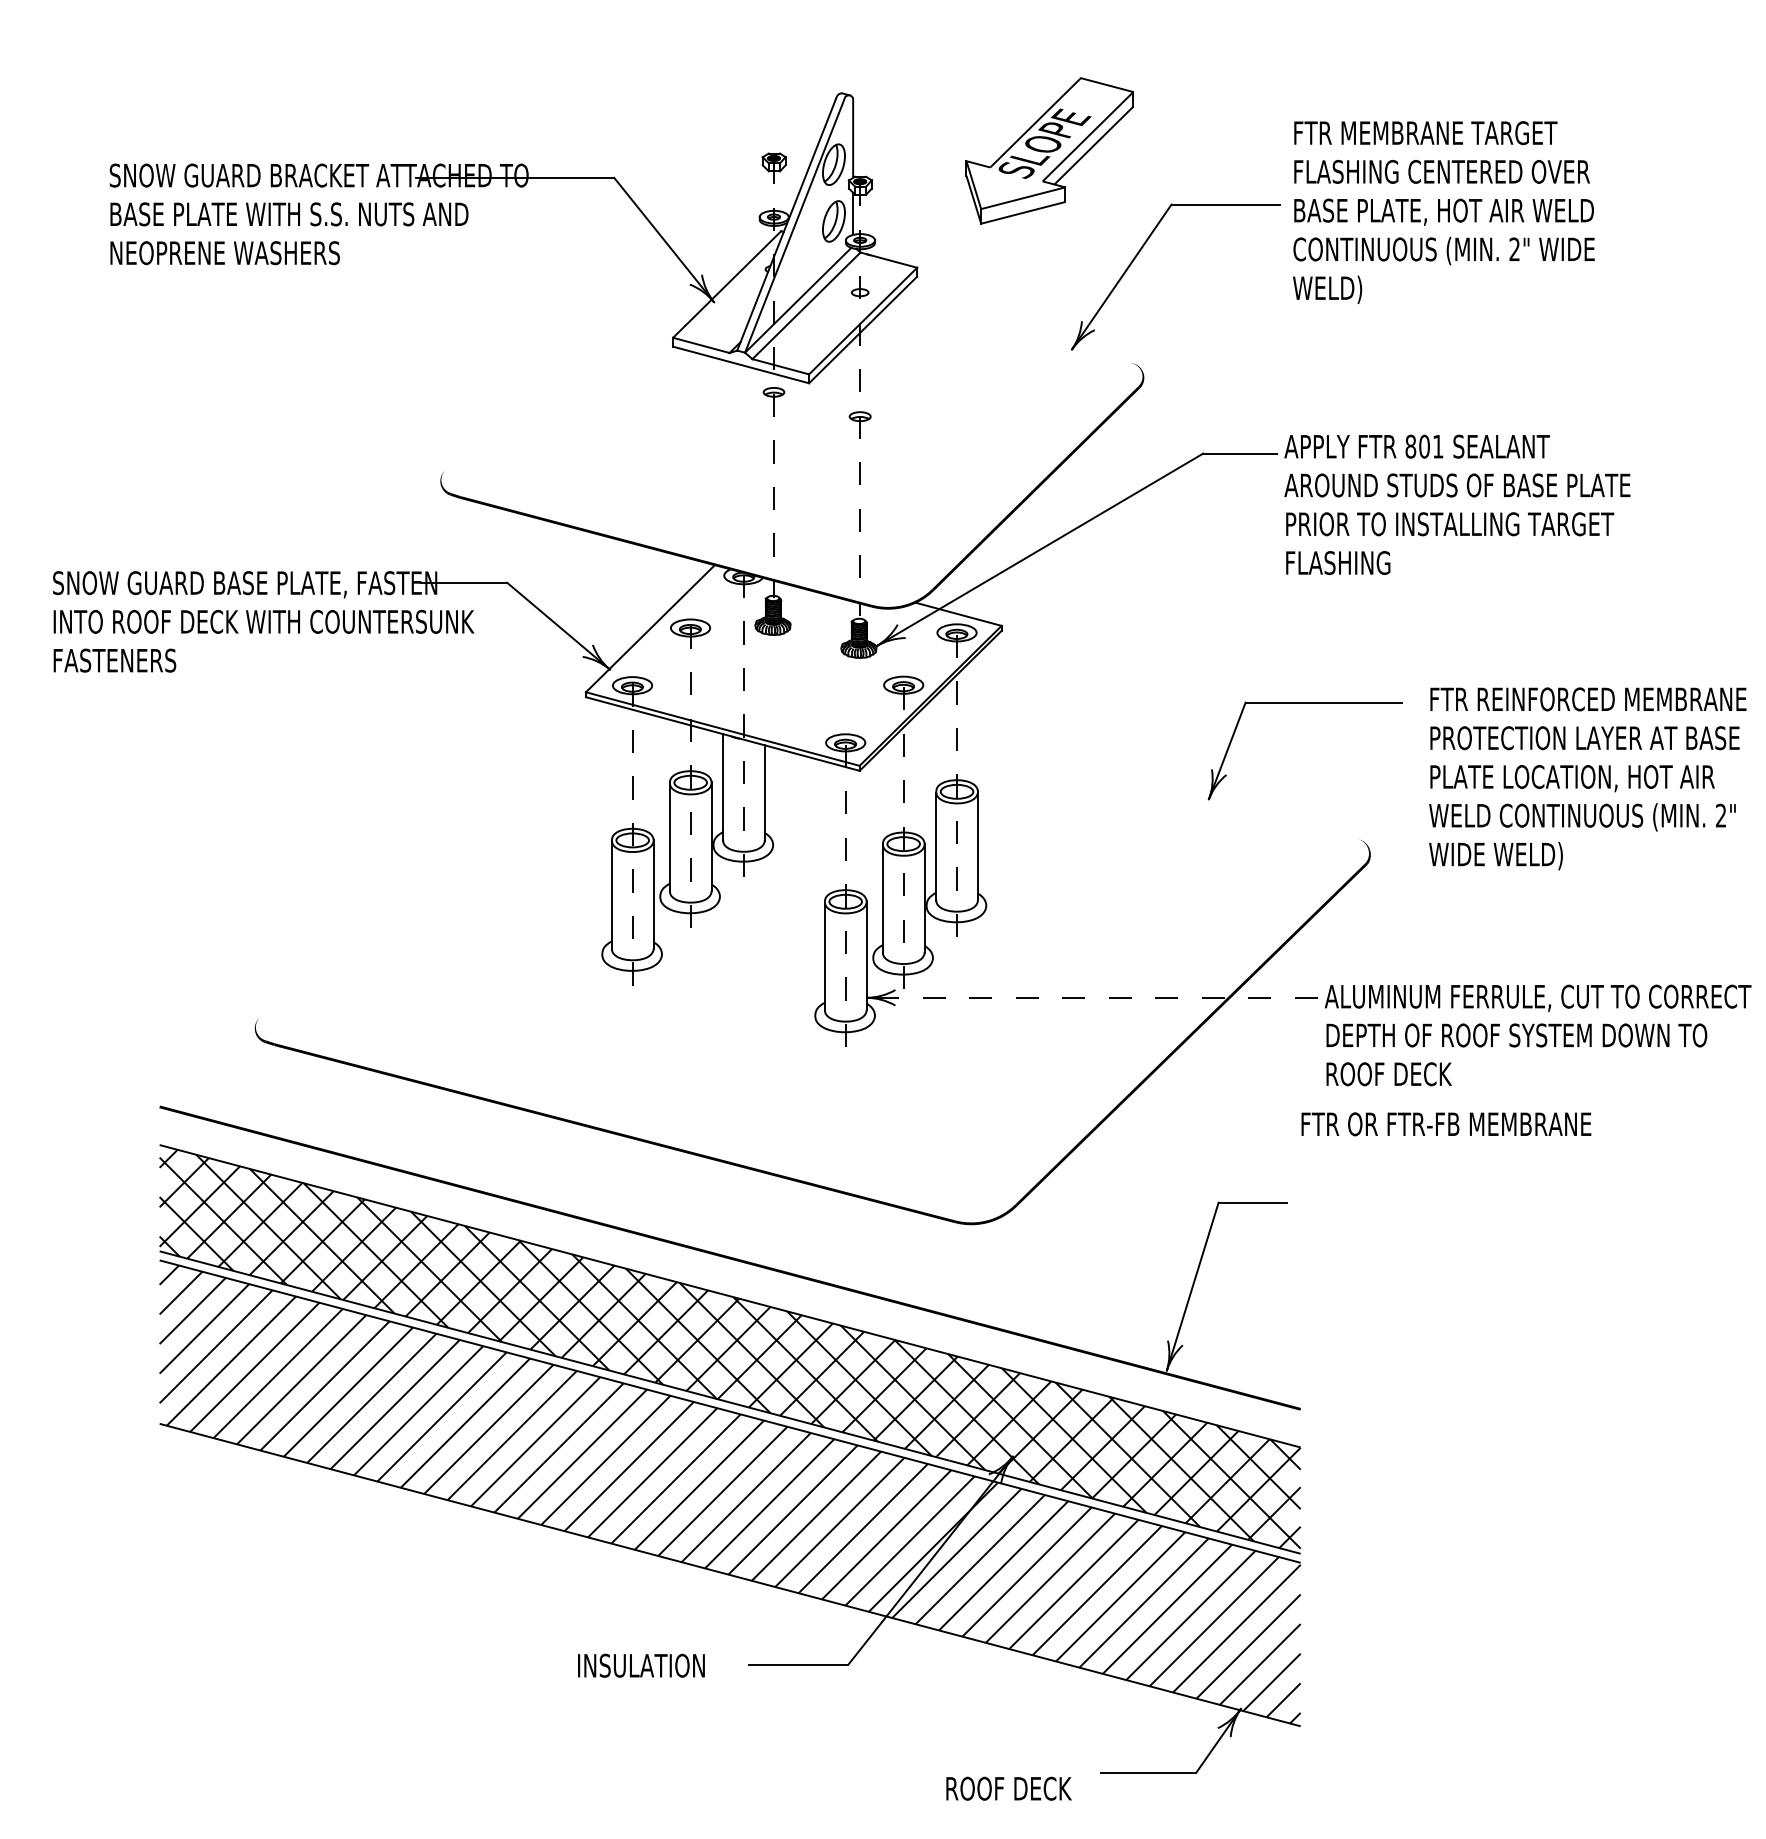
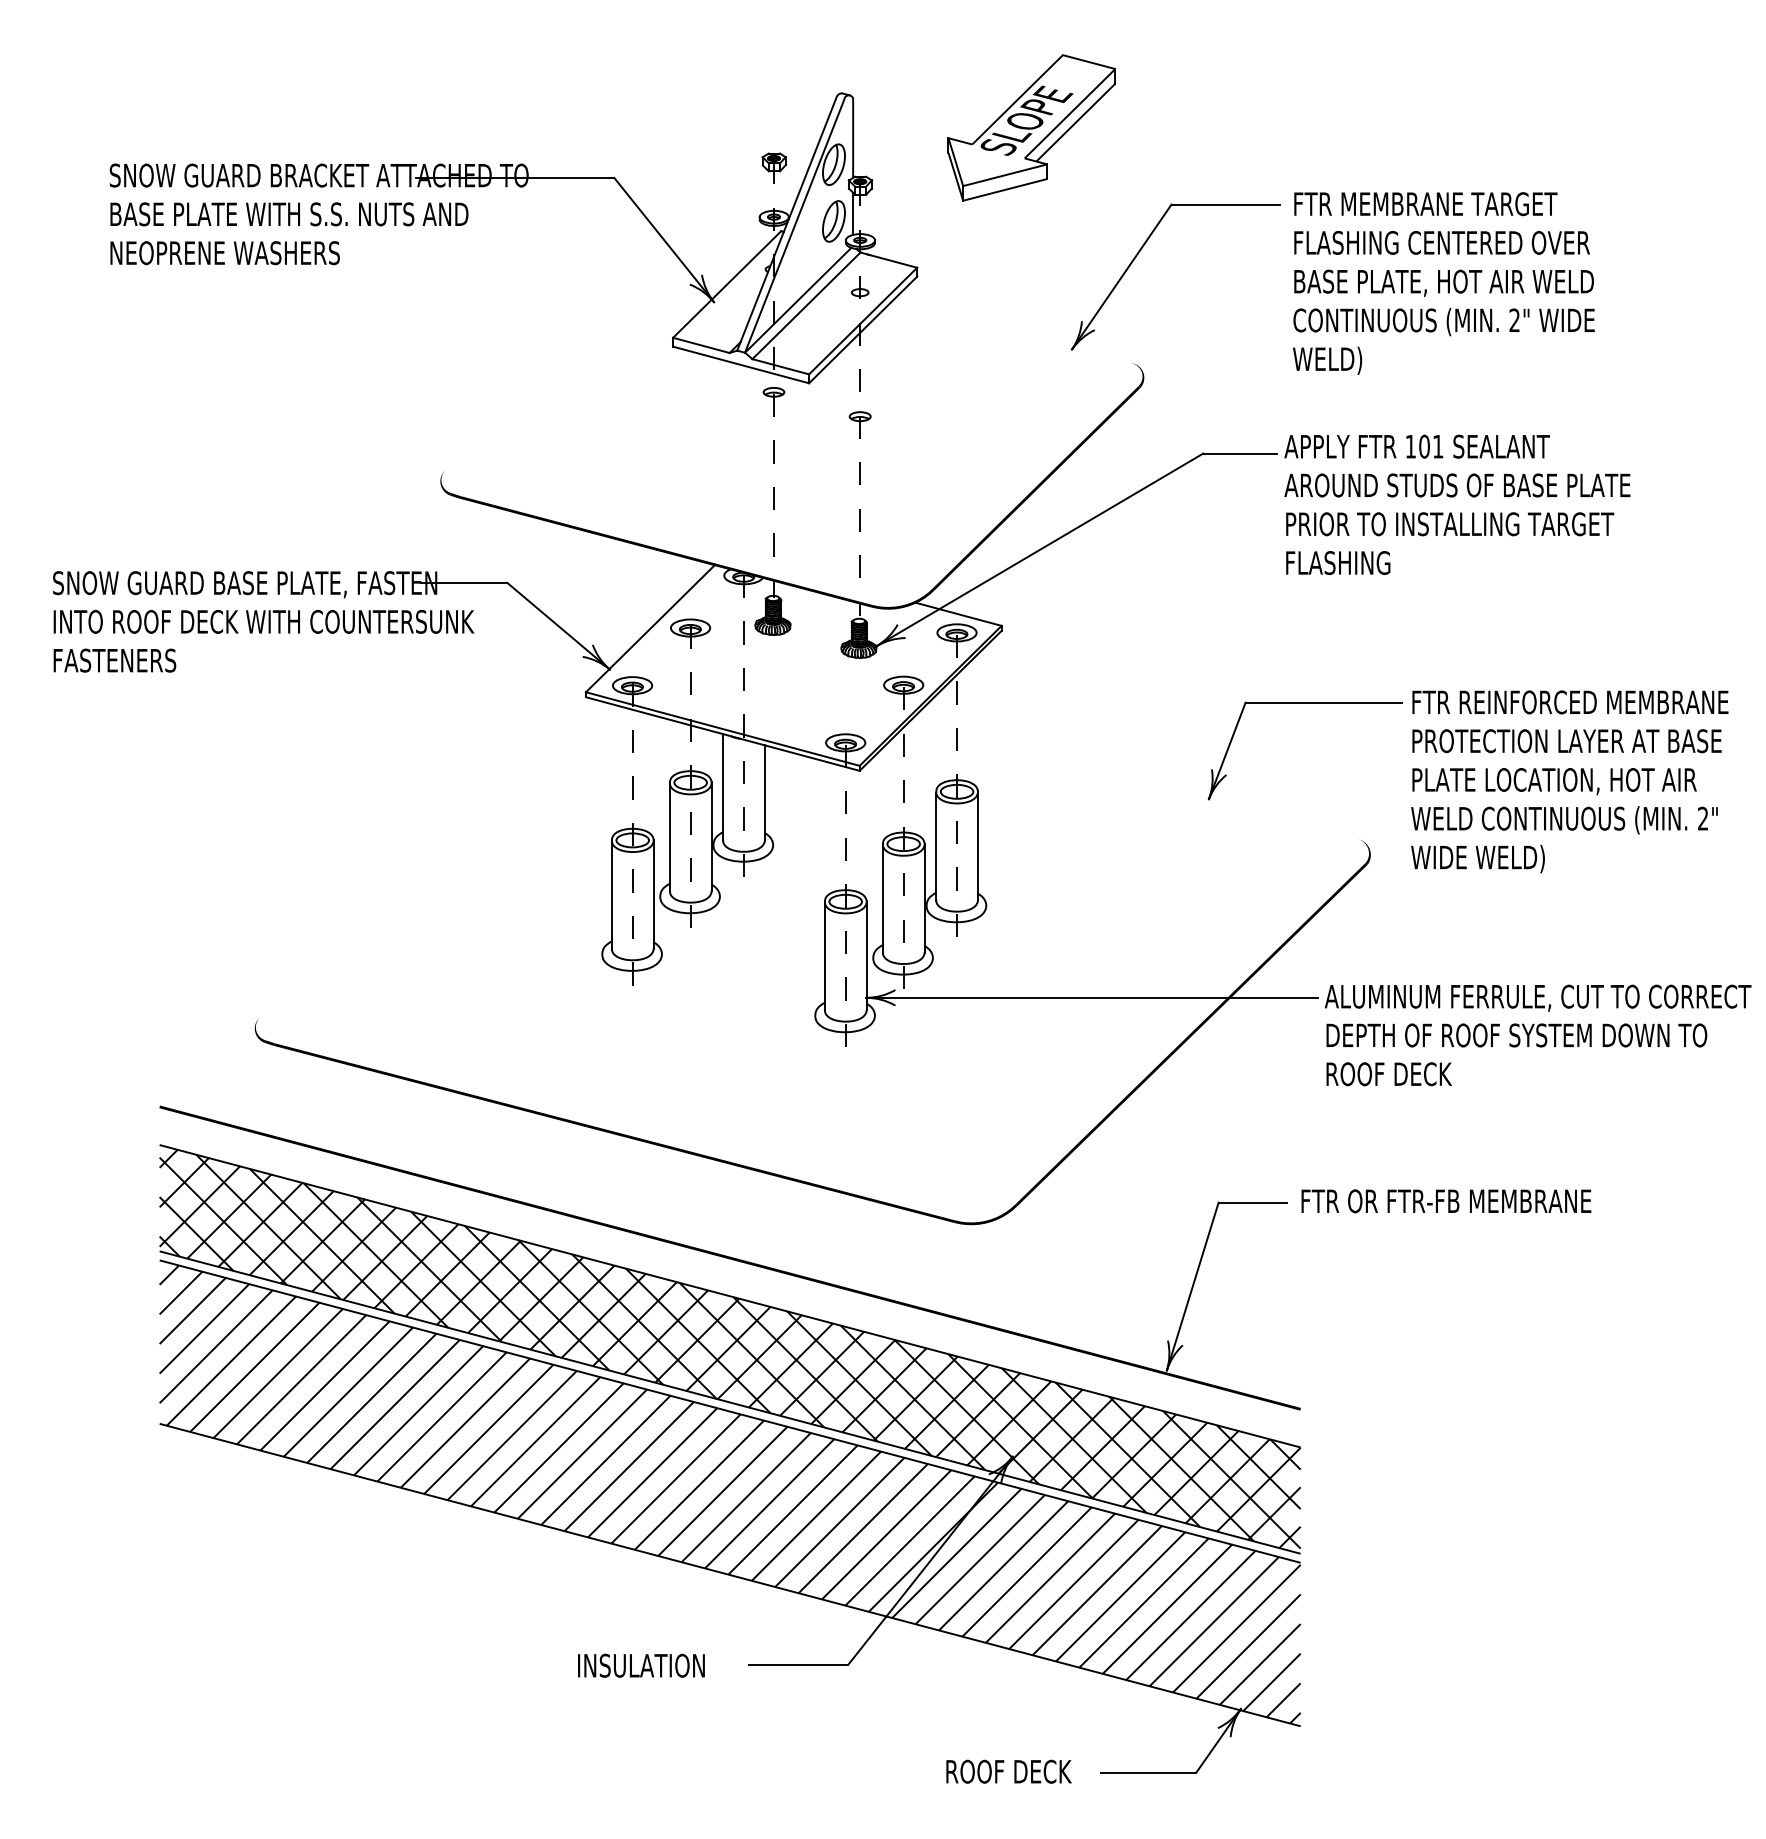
part at (1049, 150) position: (1049, 150) -> (1031, 127)
text at (1443, 212) position: (1443, 212) -> (1443, 283)
text at (1410, 446): 801 -> 101
text at (1587, 778) position: (1587, 778) -> (1569, 781)
line at (1092, 997): dashed -> solid
text at (1446, 1124) position: (1446, 1124) -> (1446, 1201)
text at (1008, 1788) position: (1008, 1788) -> (1008, 1771)
